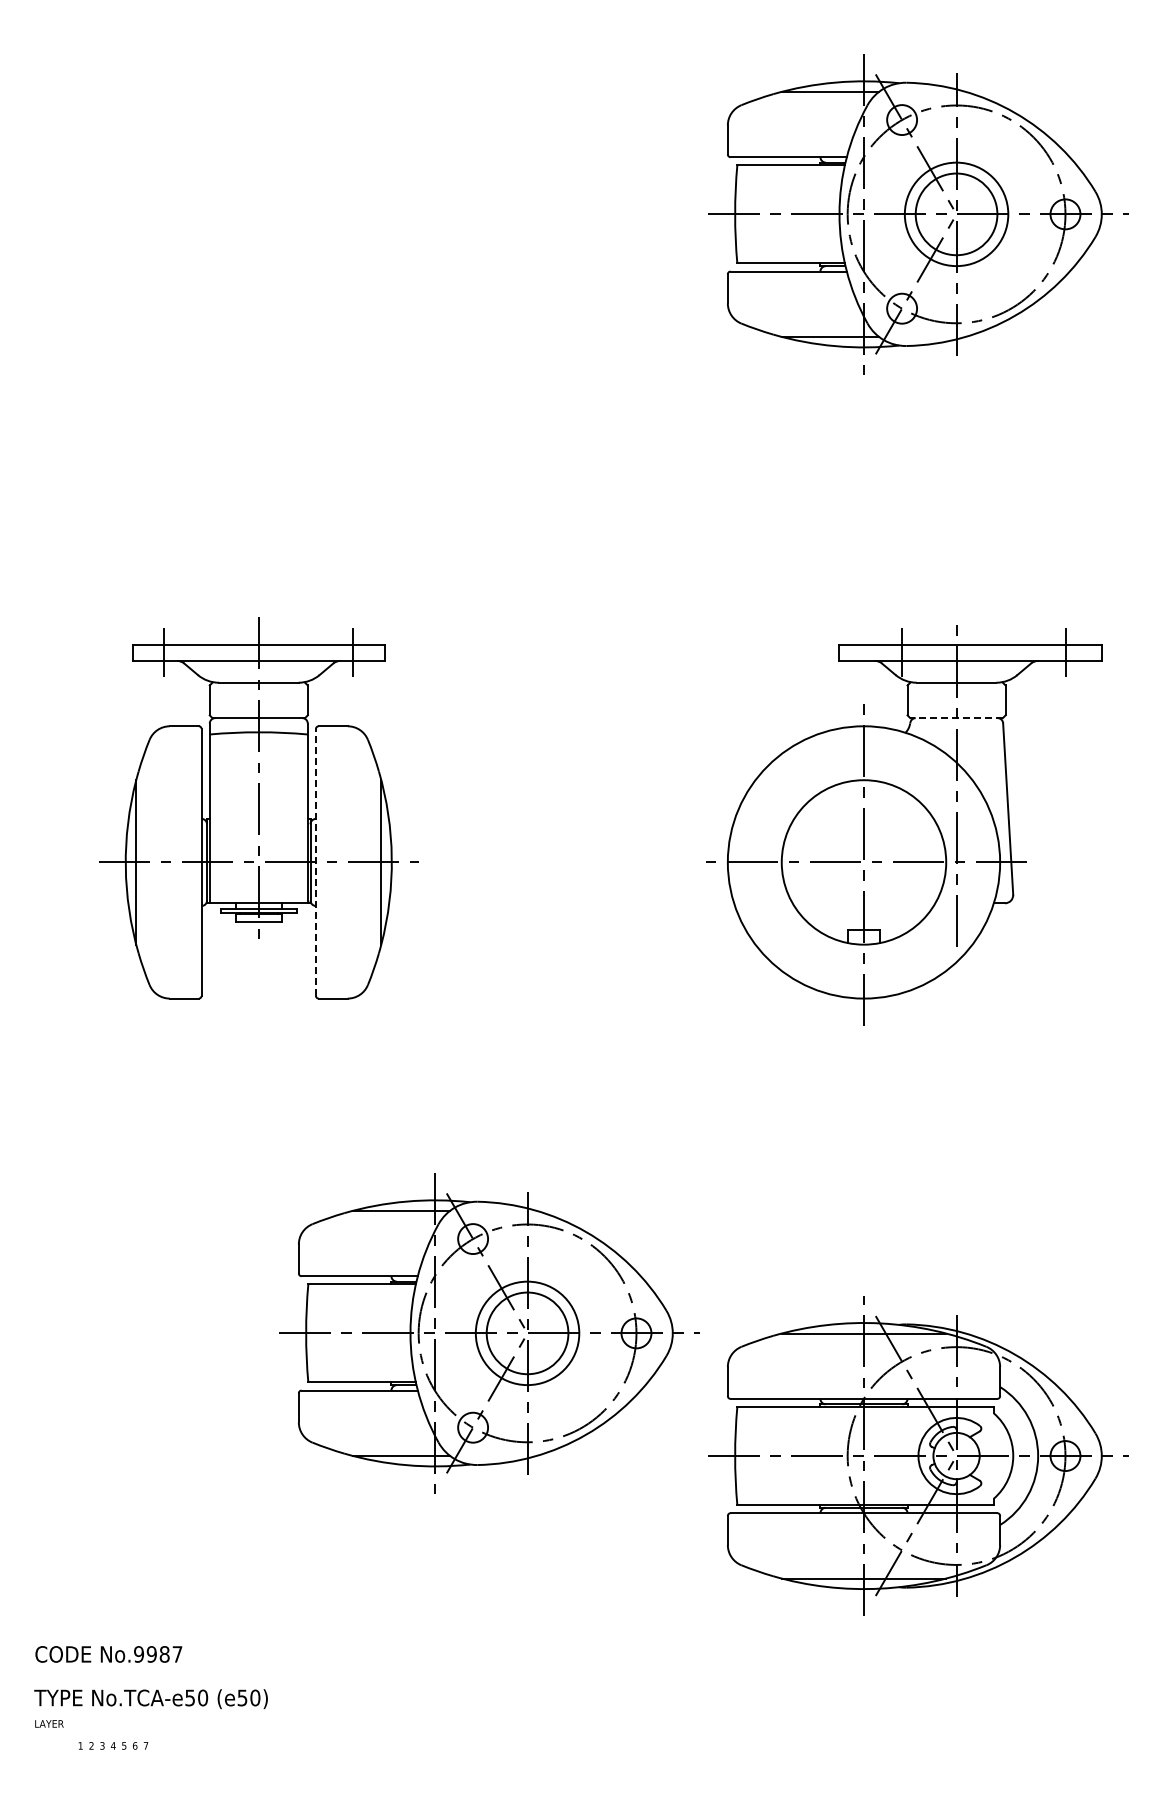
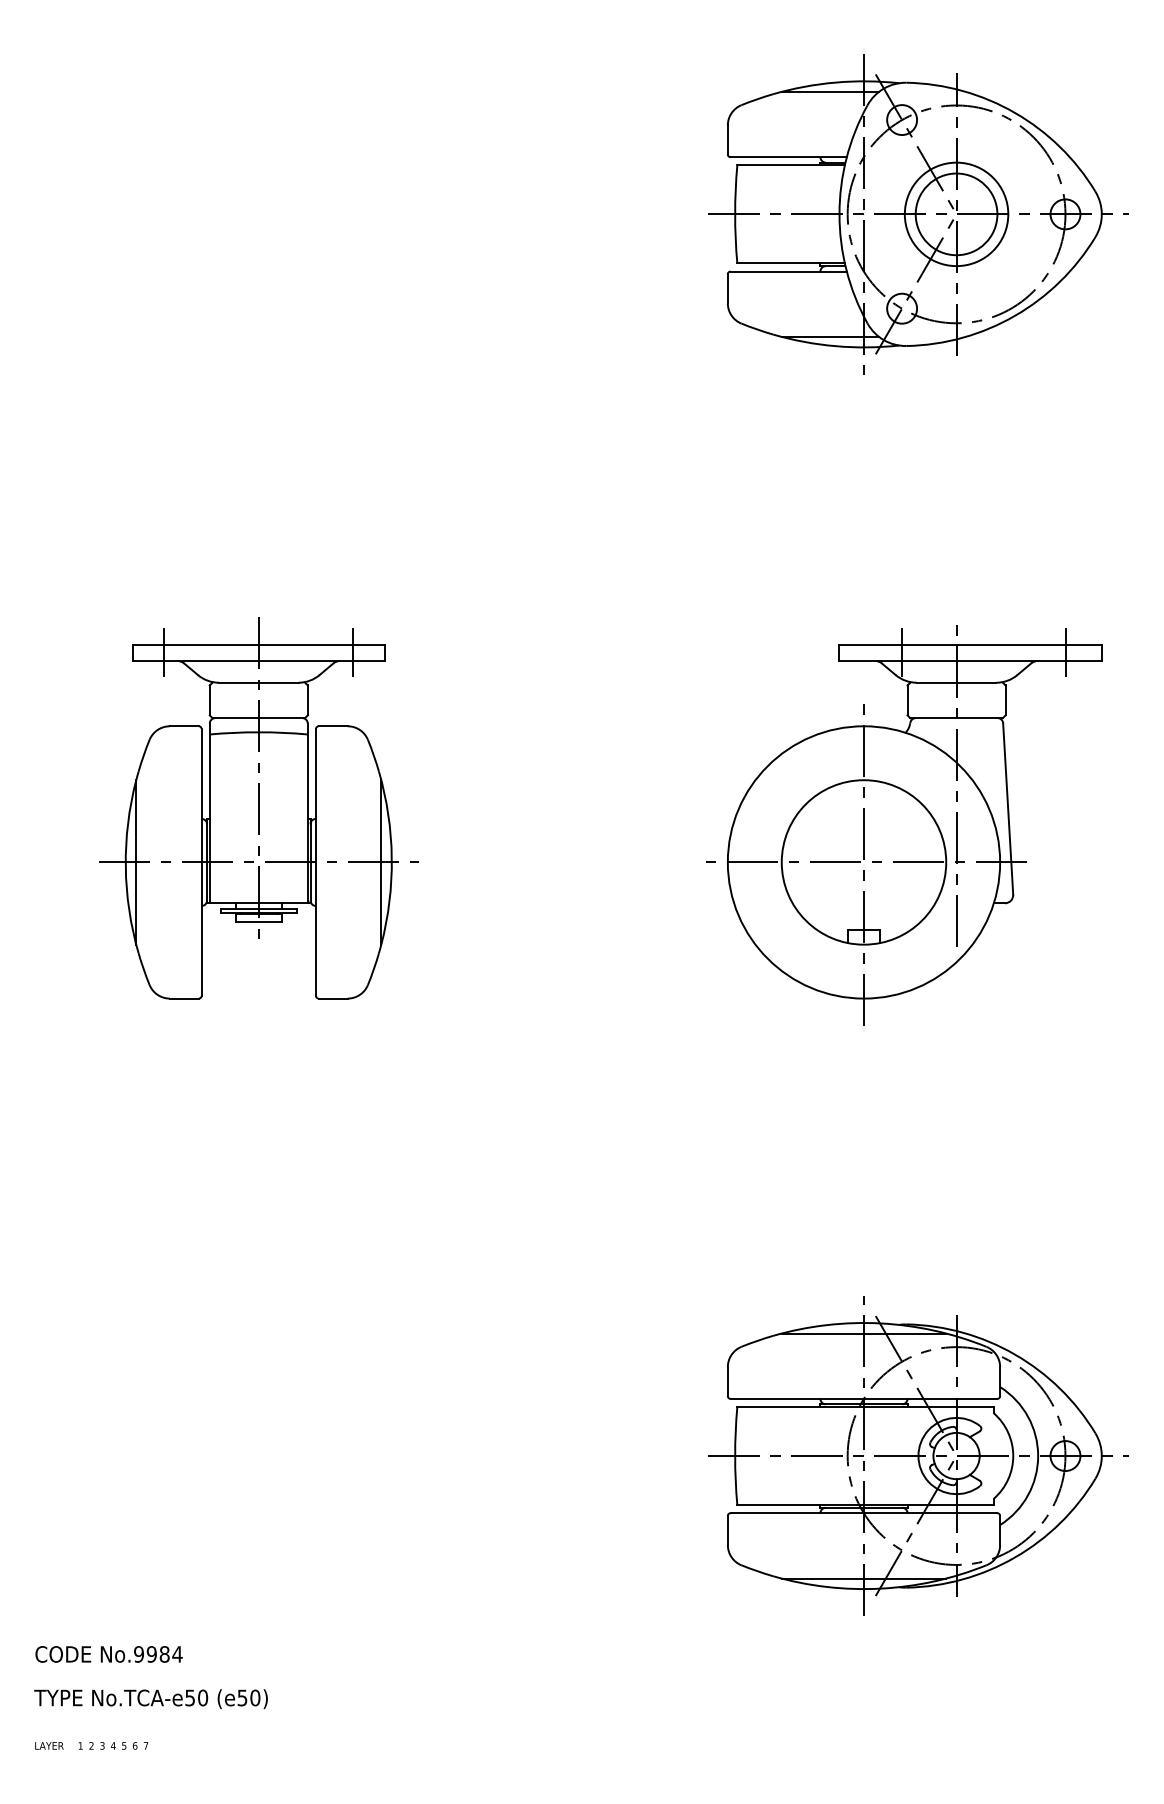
line at (956, 718): dashed -> solid
line at (315, 861): dashed -> solid
part at (489, 1333): present -> none
text at (177, 1654): No.9987 -> No.9984
text at (49, 1723) position: (49, 1723) -> (49, 1745)
